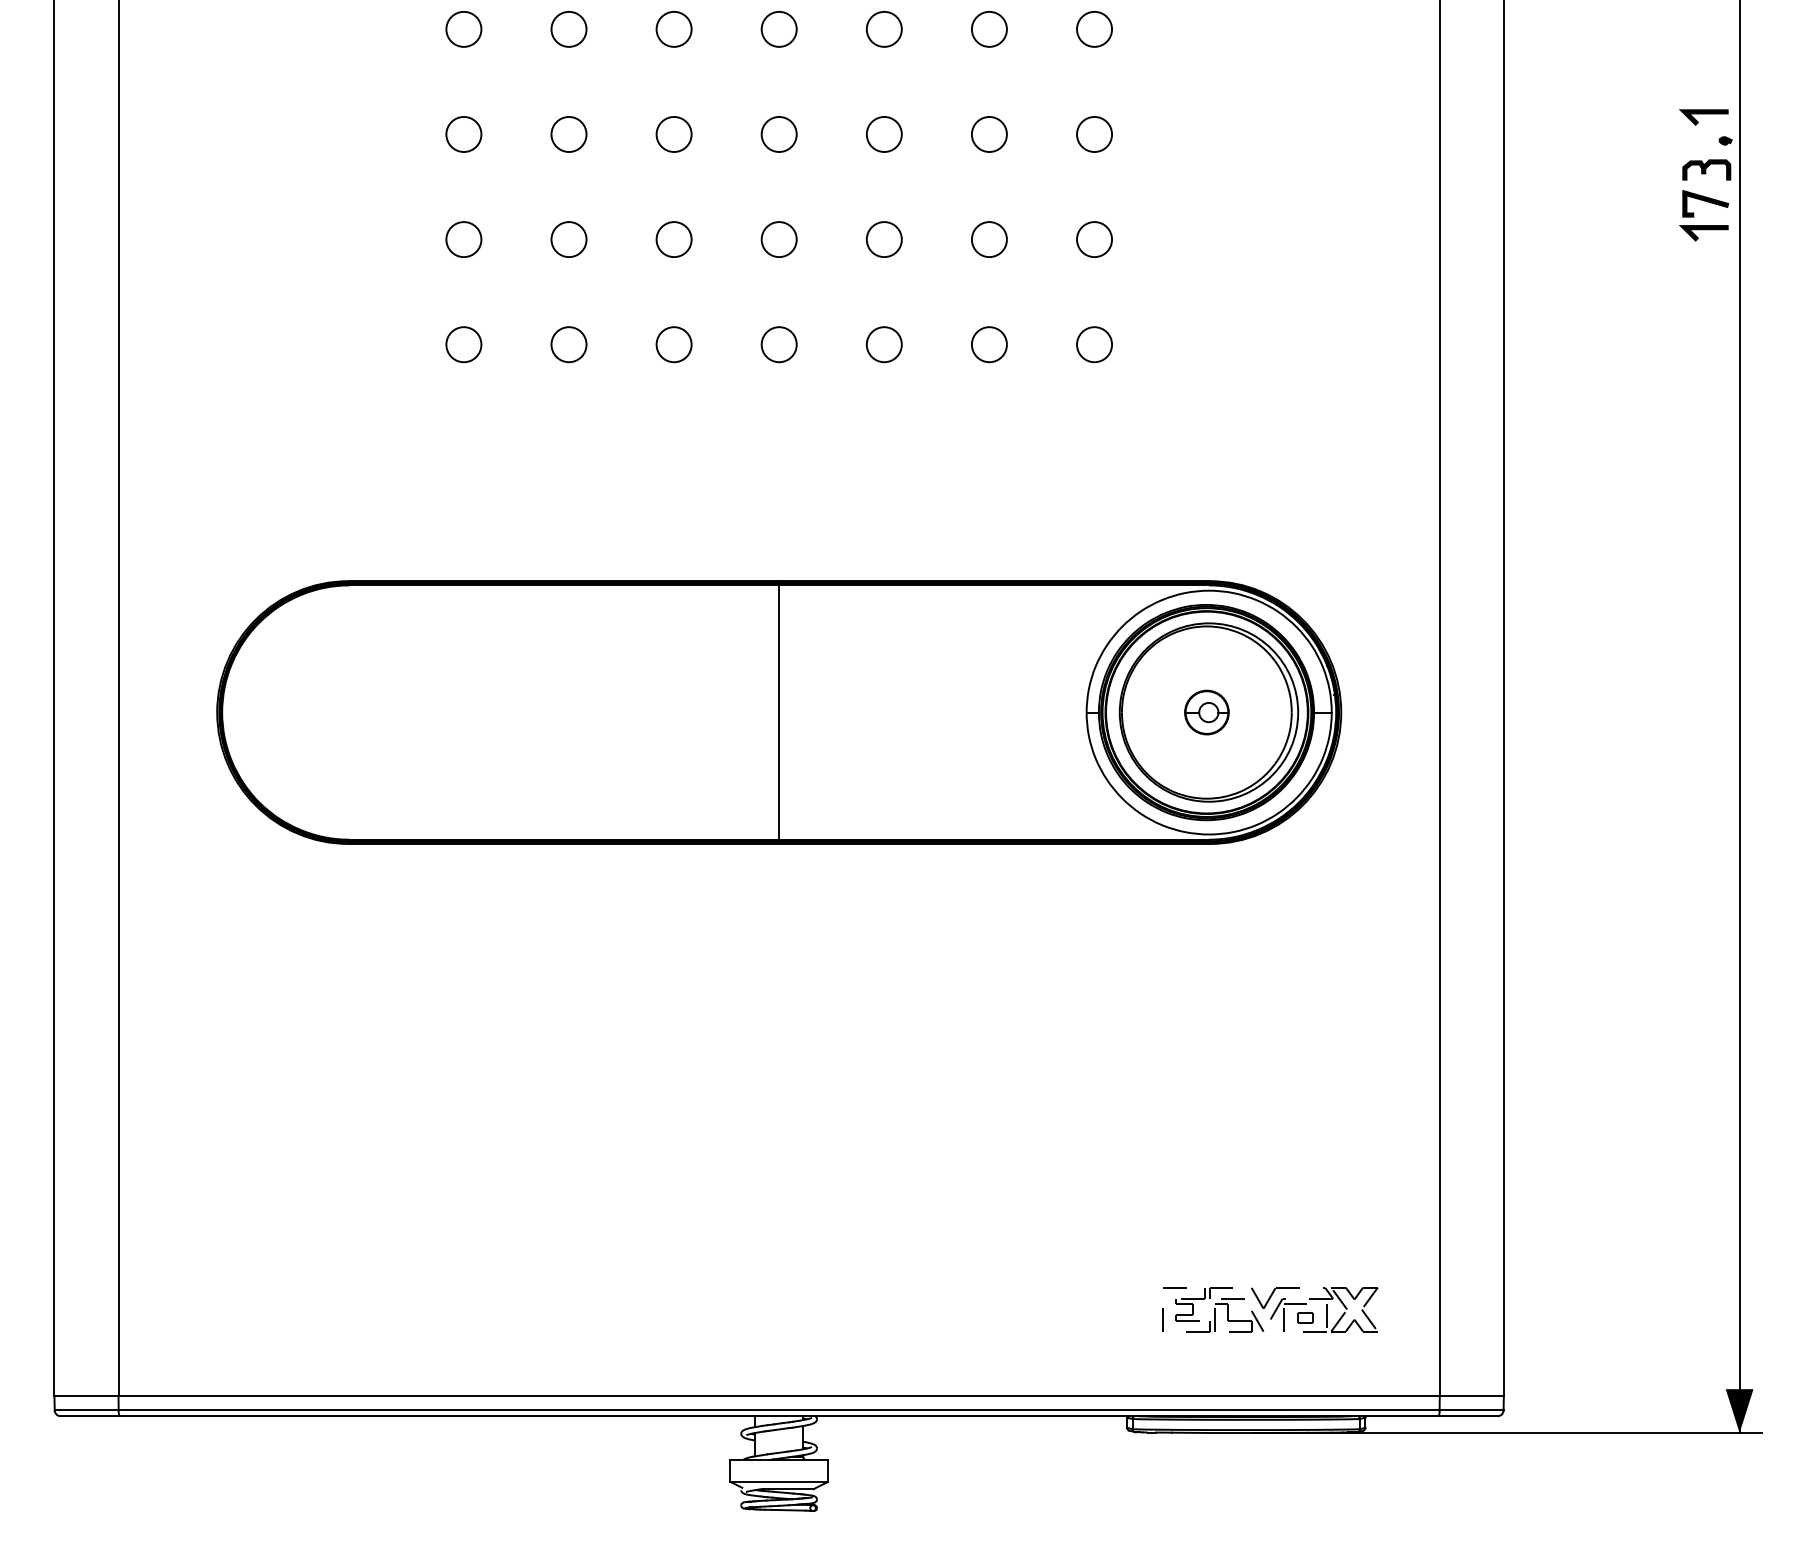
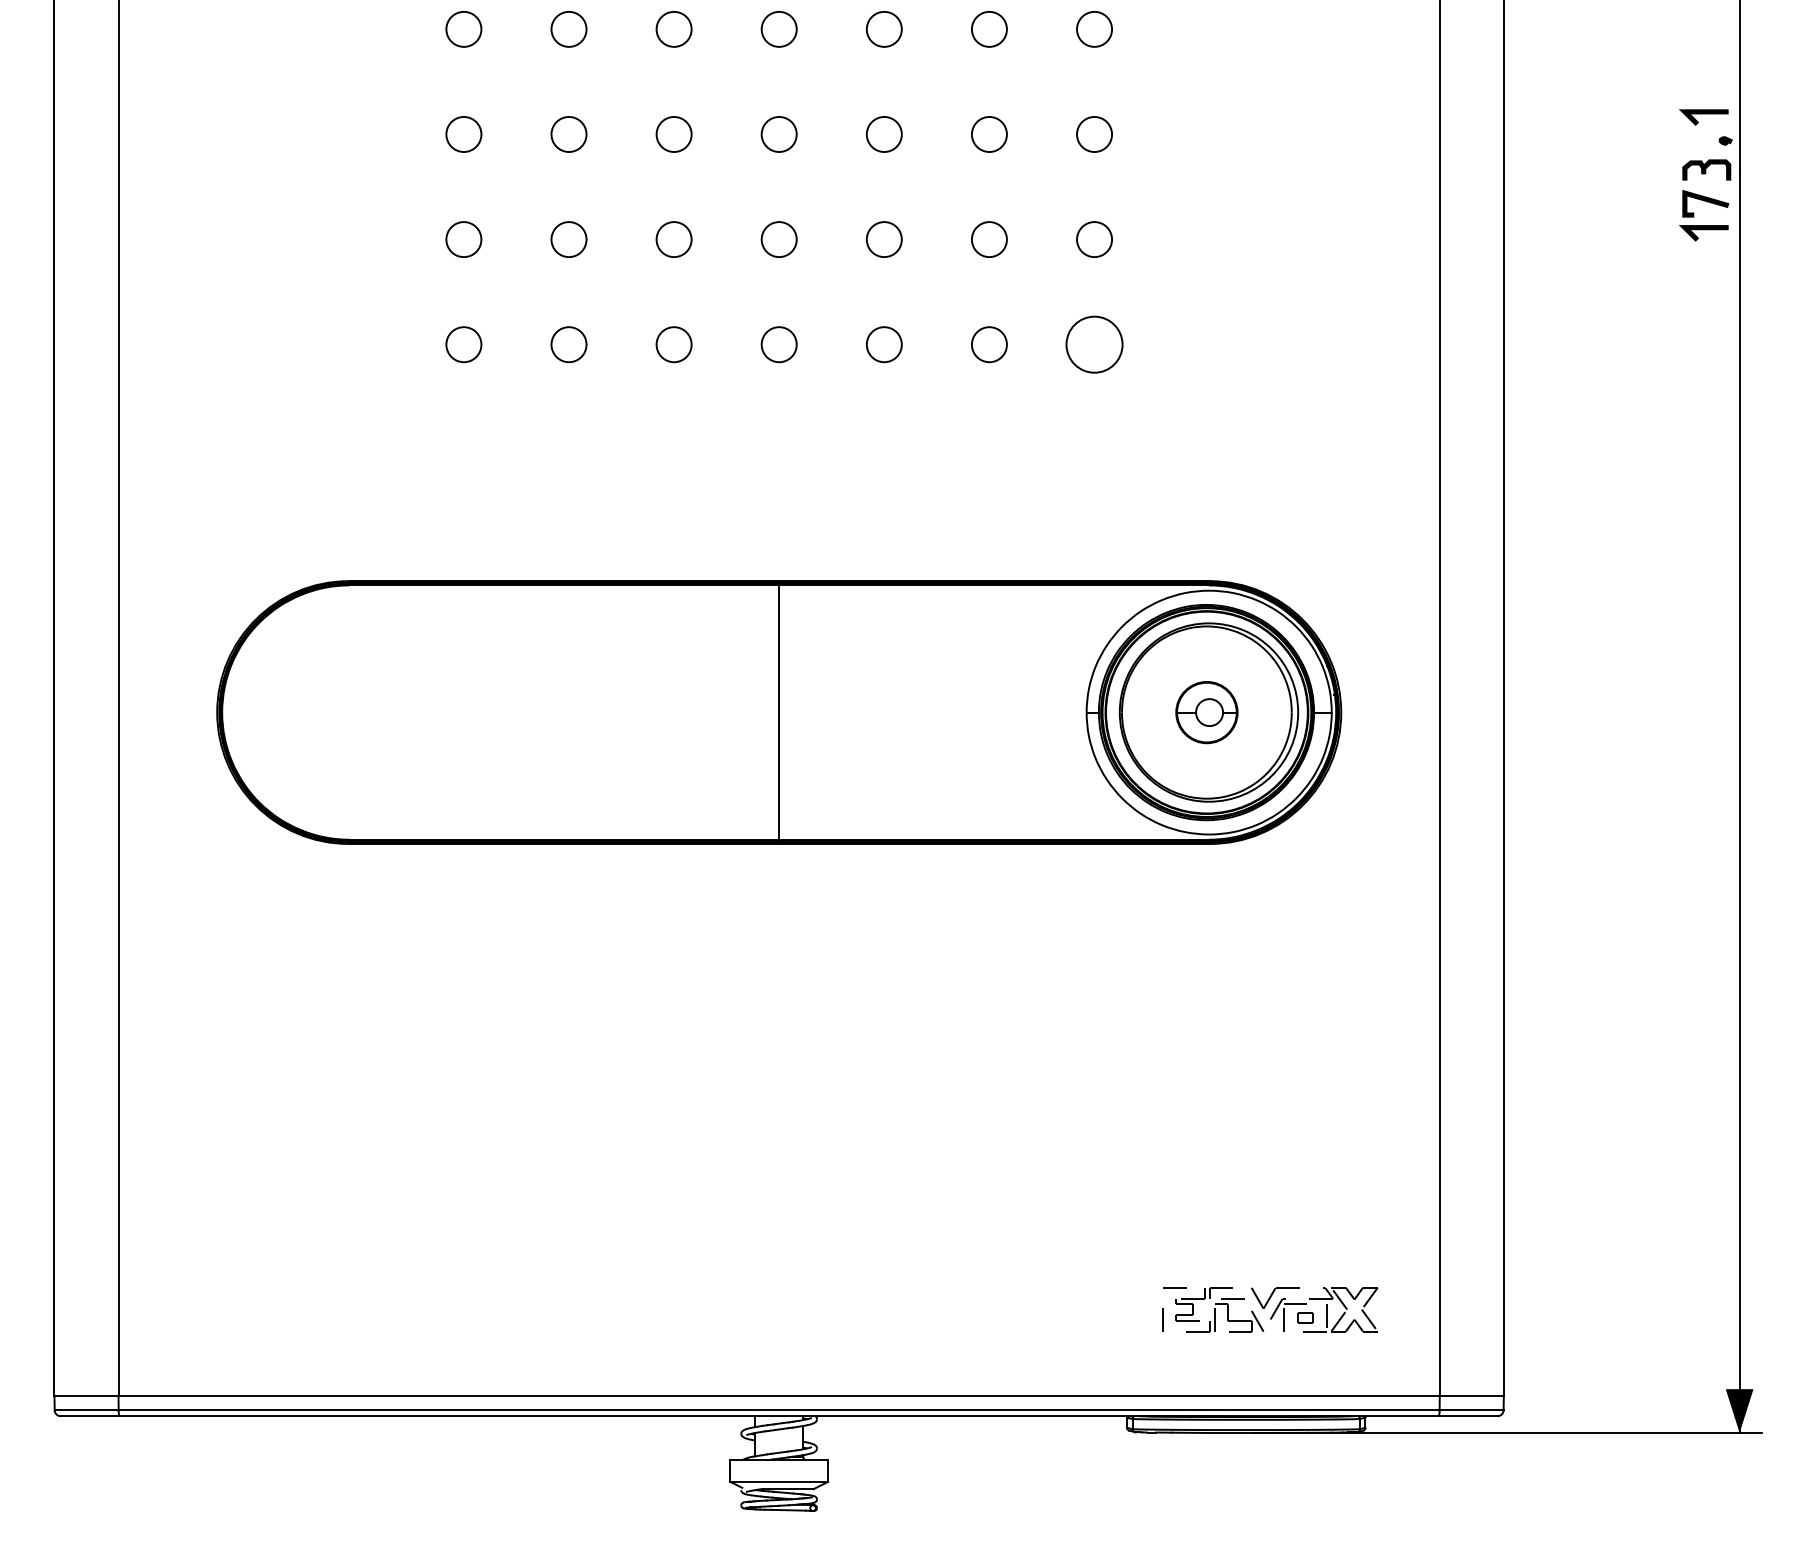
circle at (1094, 344) diameter: 35 px -> 56 px
part at (1206, 712) size: 46x47 px -> 64x64 px
